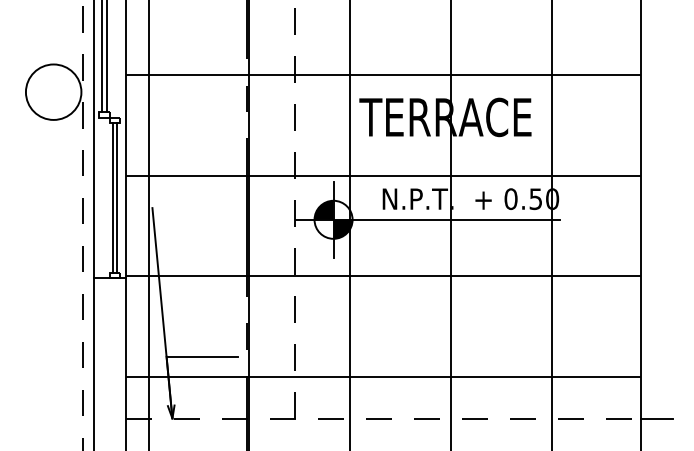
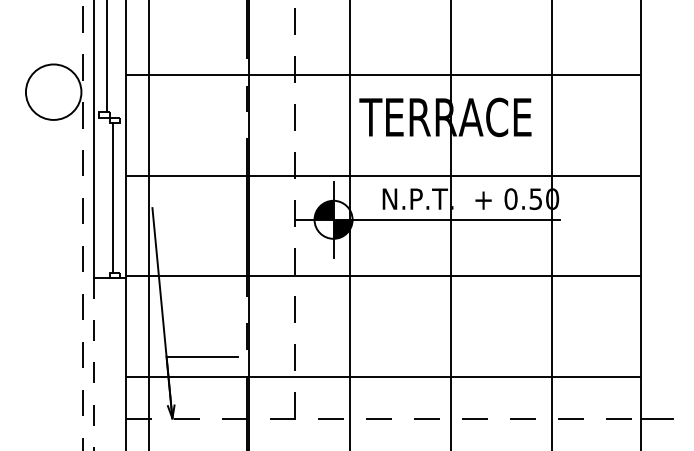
line at (102, 57): present -> none
line at (117, 197): present -> none
line at (93, 364): solid -> dashed
